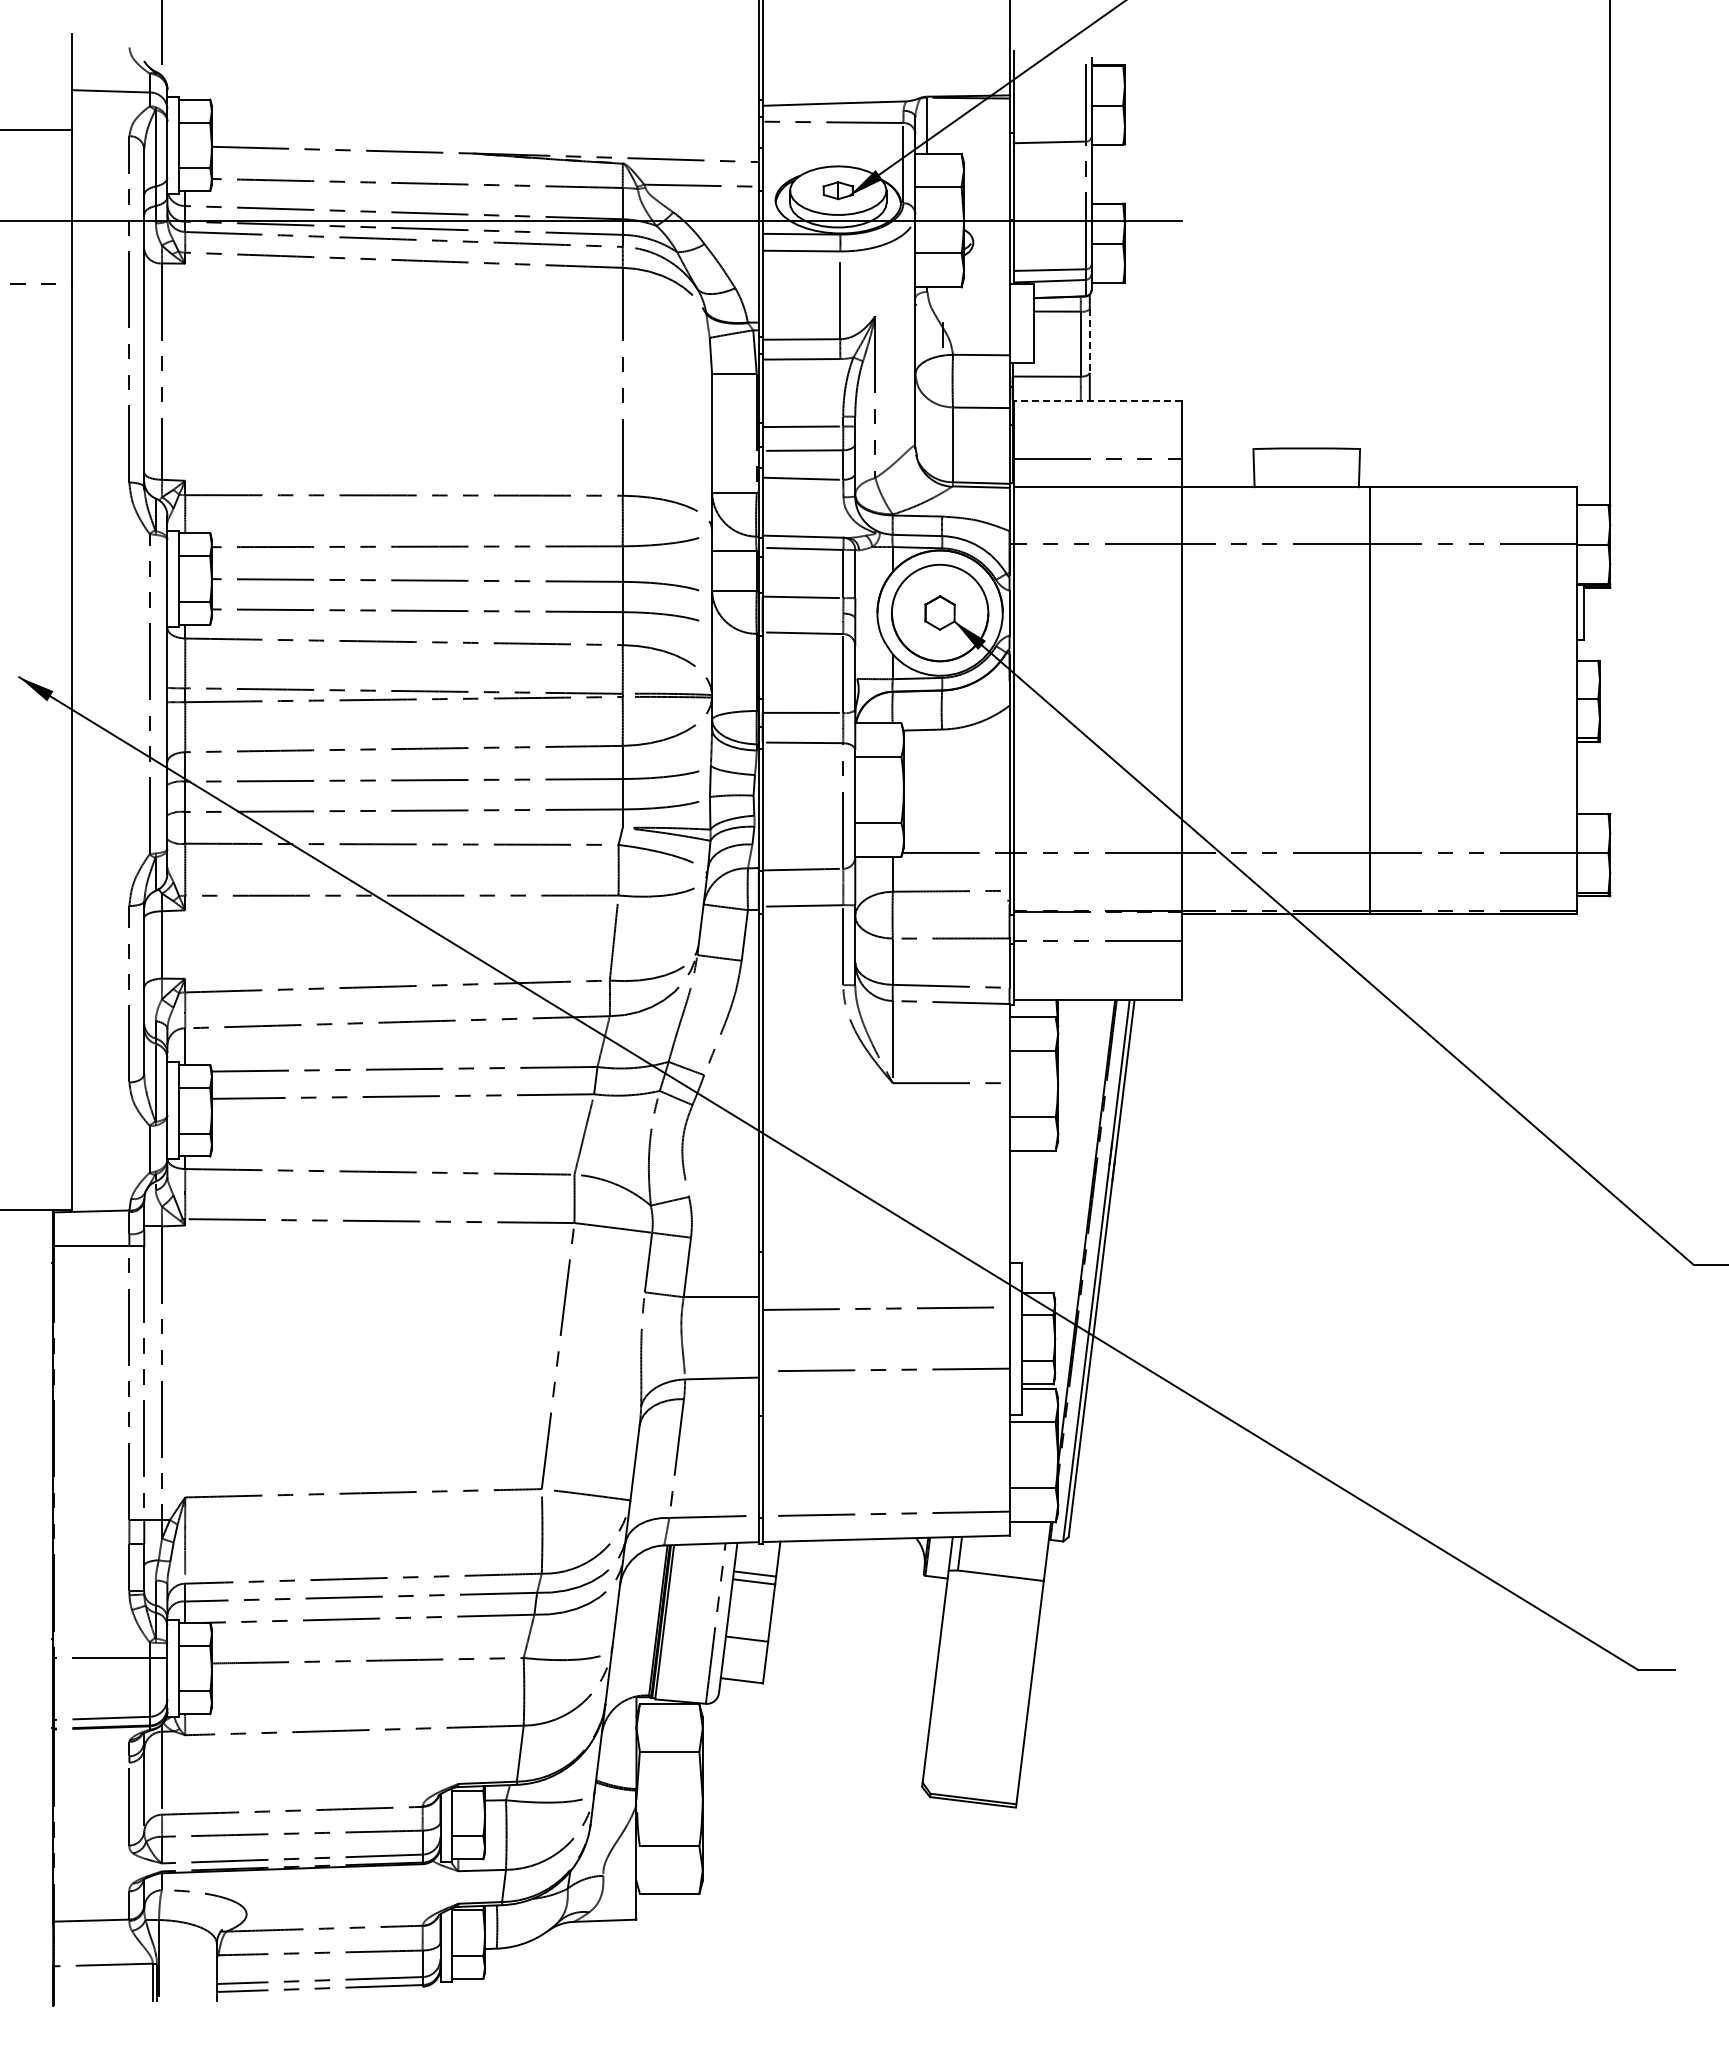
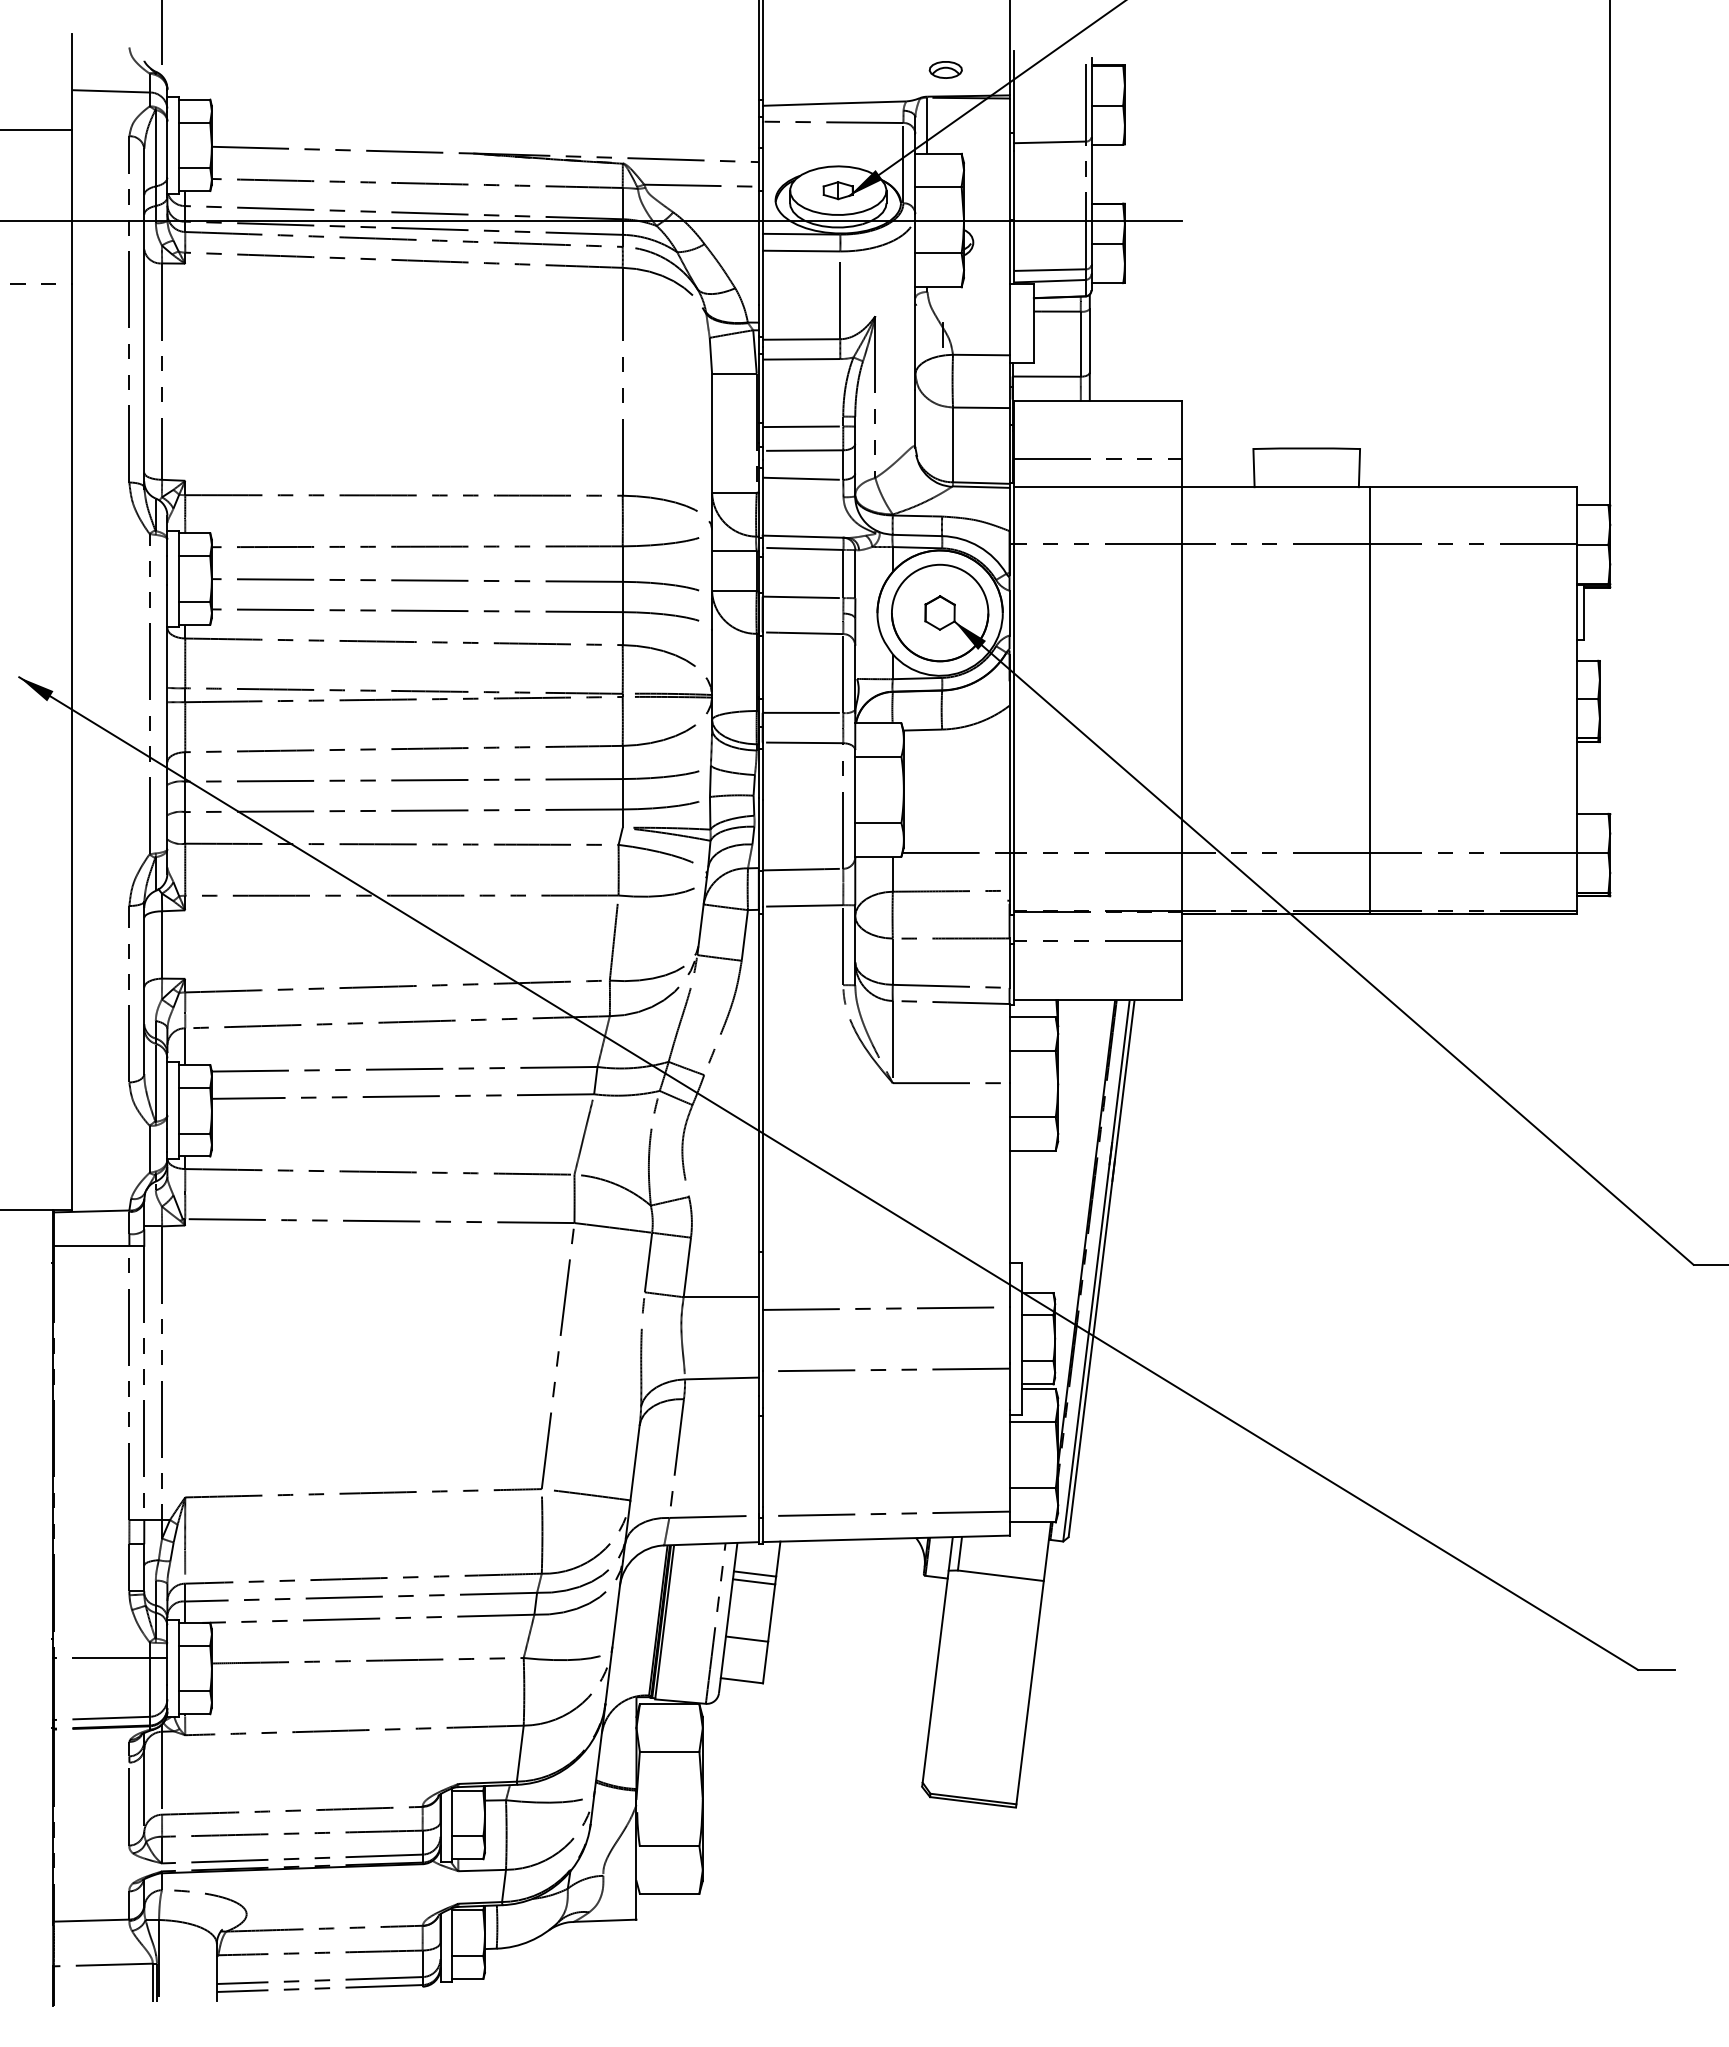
part at (945, 69): none -> present
line at (1089, 341): dashed -> solid
line at (1097, 401): dashed -> solid
